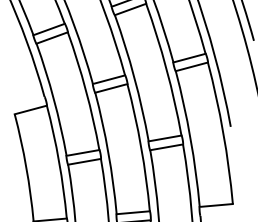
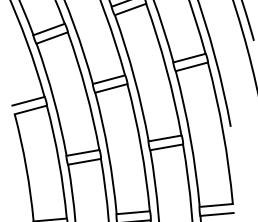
line at (28, 100): none -> present
line at (216, 214): none -> present
